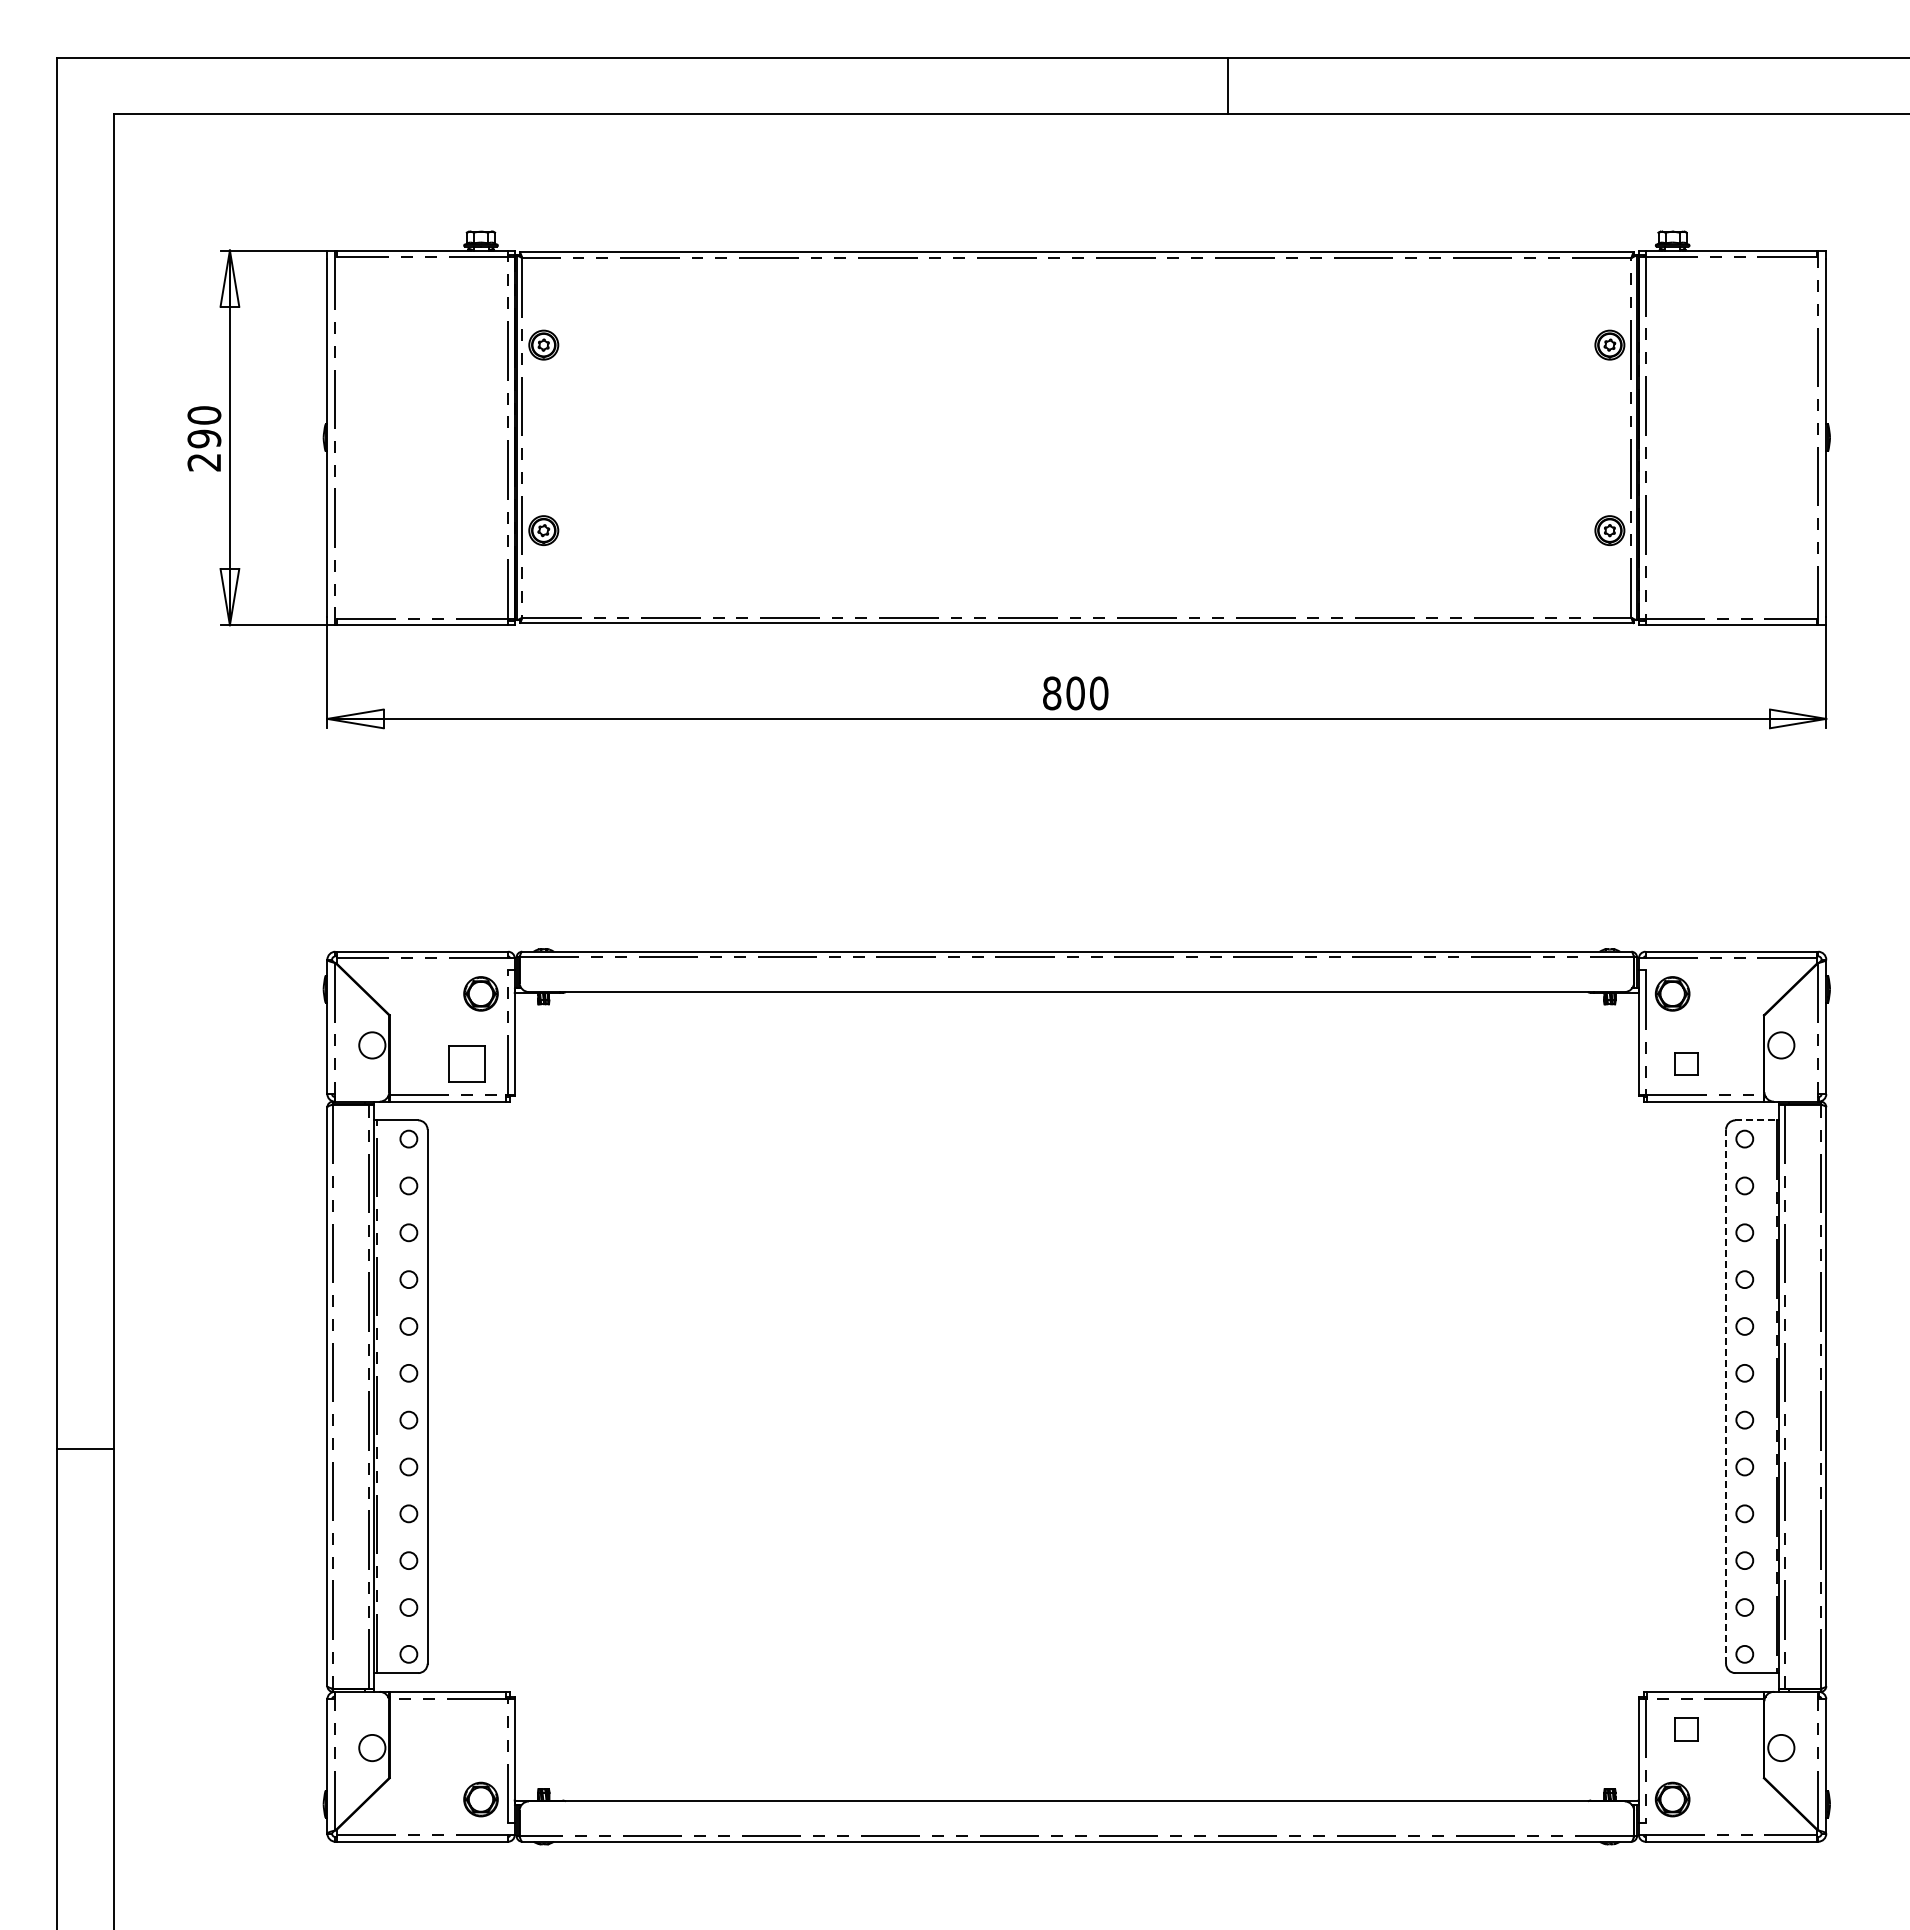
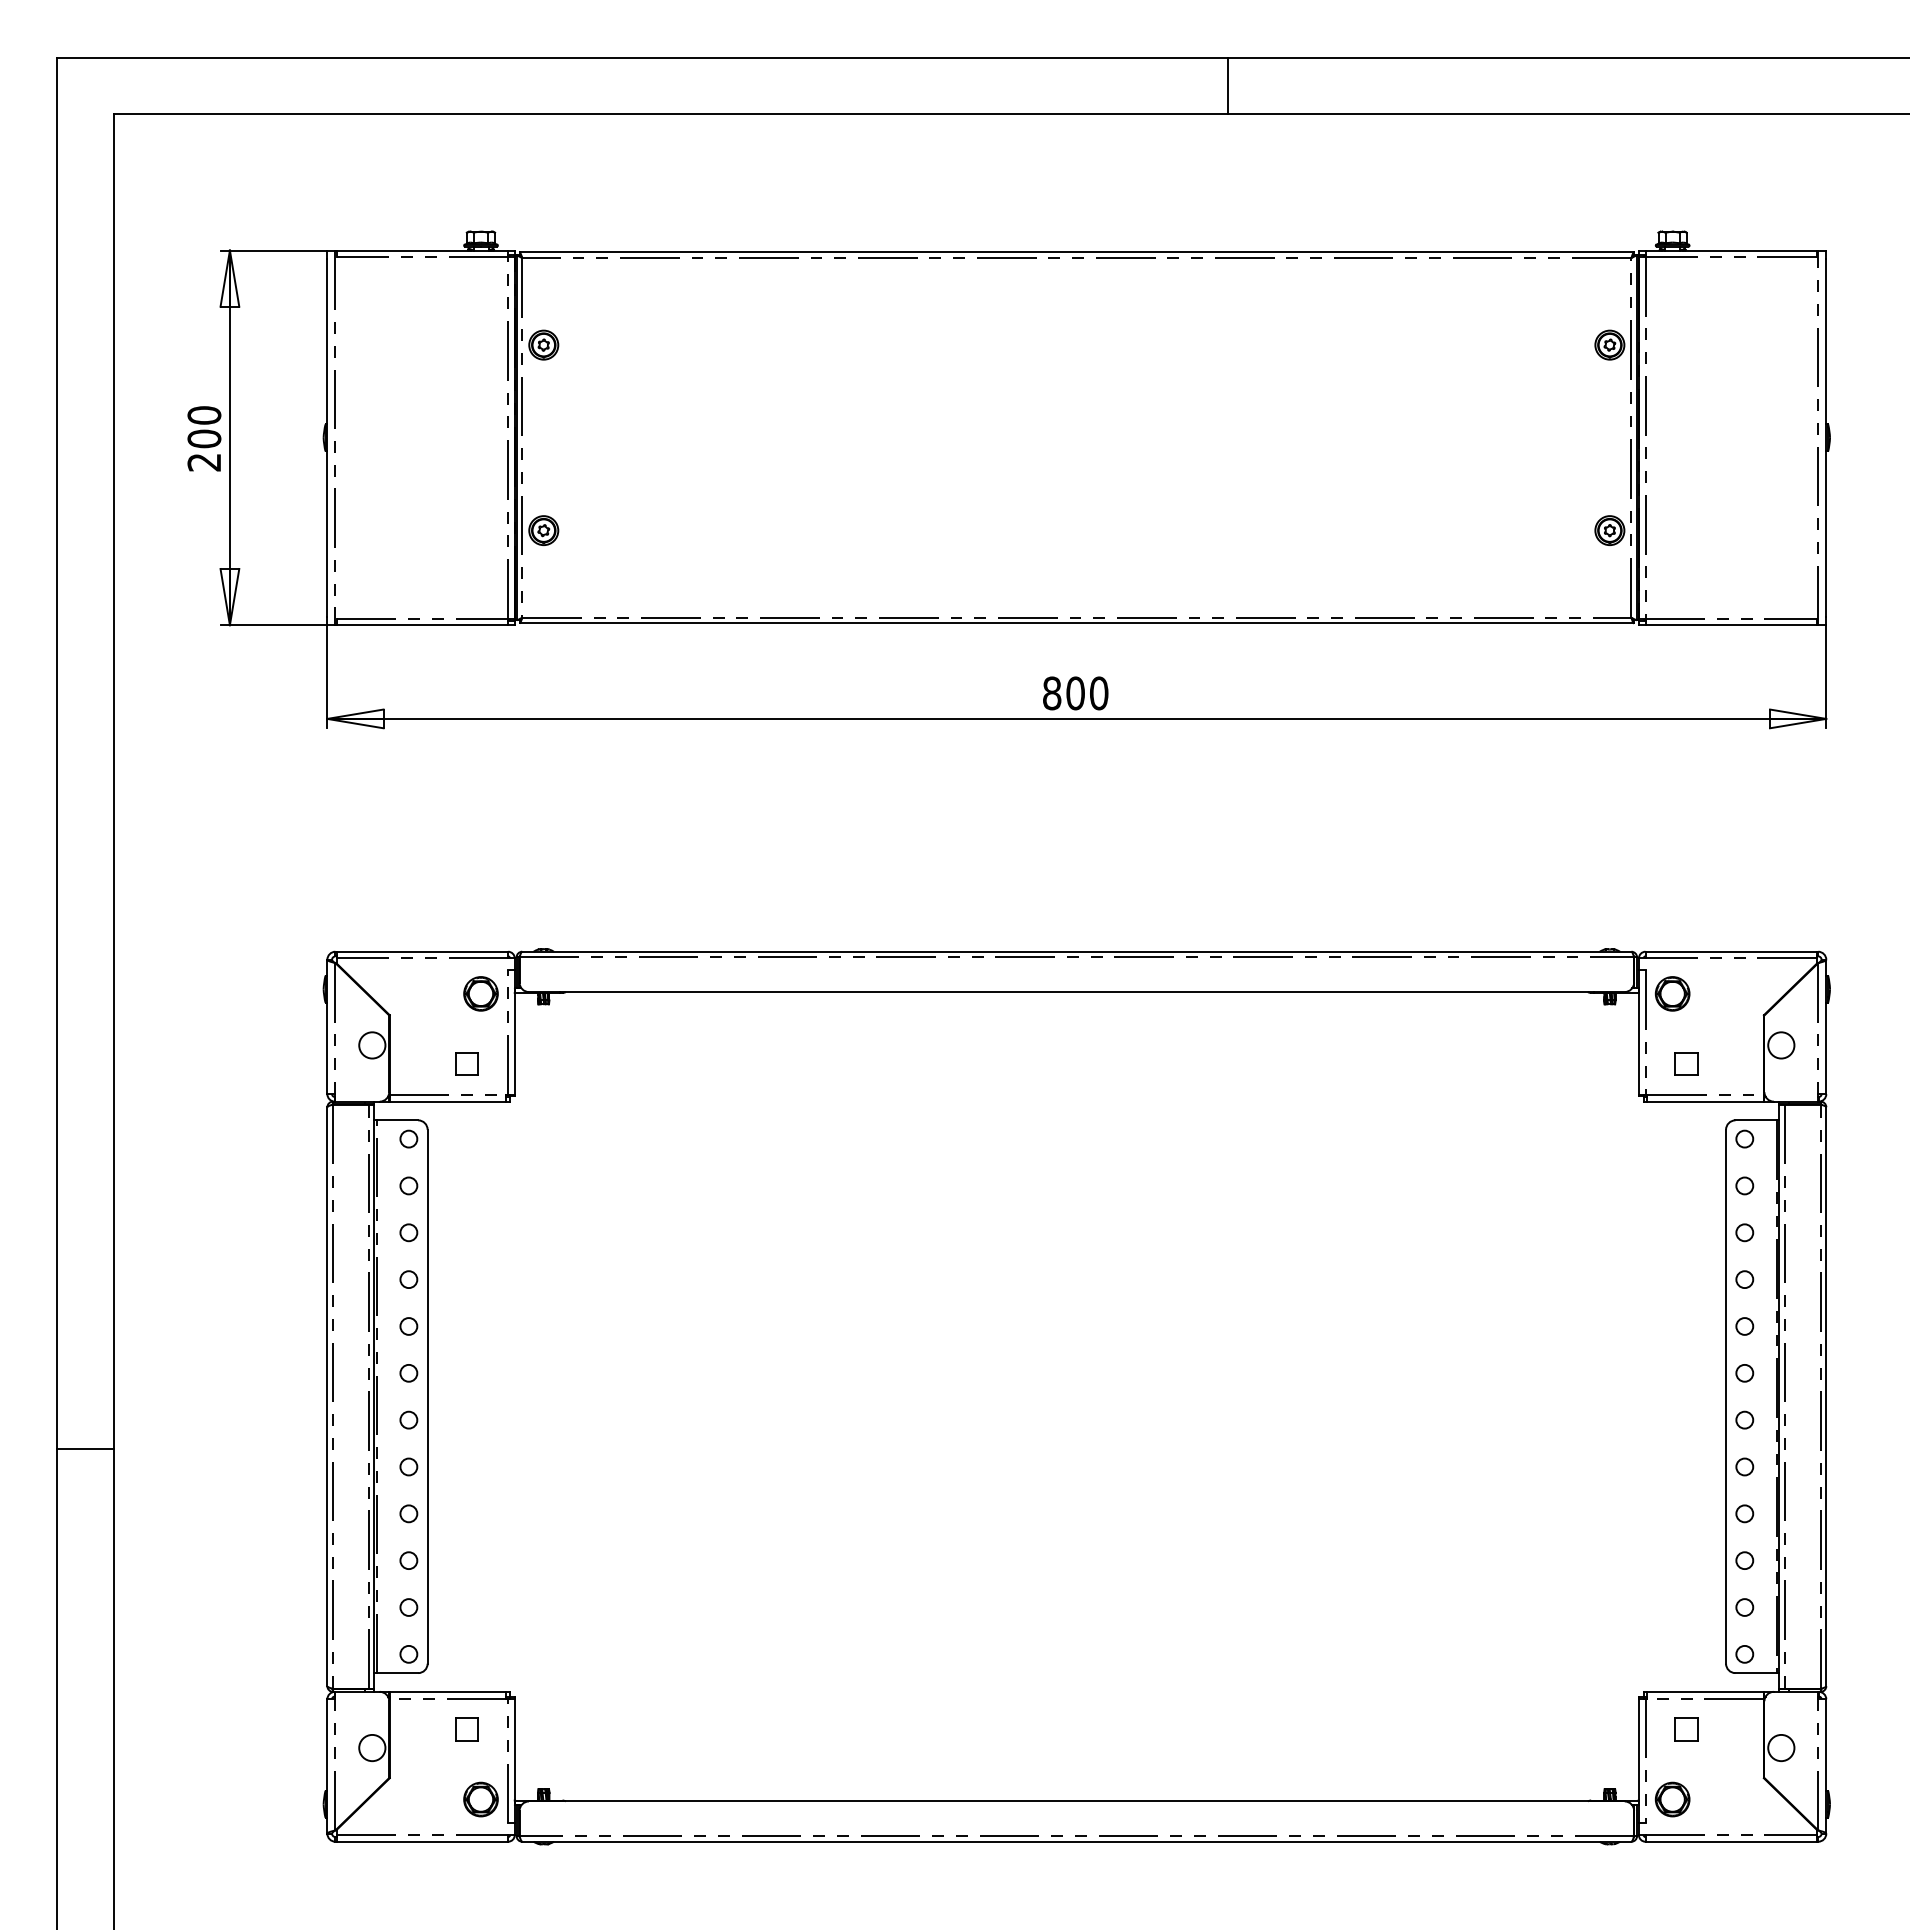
text at (204, 438): 290 -> 200
part at (466, 1063) size: 38x38 px -> 24x24 px
line at (1756, 1120): dashed -> solid
line at (1726, 1396): dashed -> solid
part at (466, 1729): none -> present
